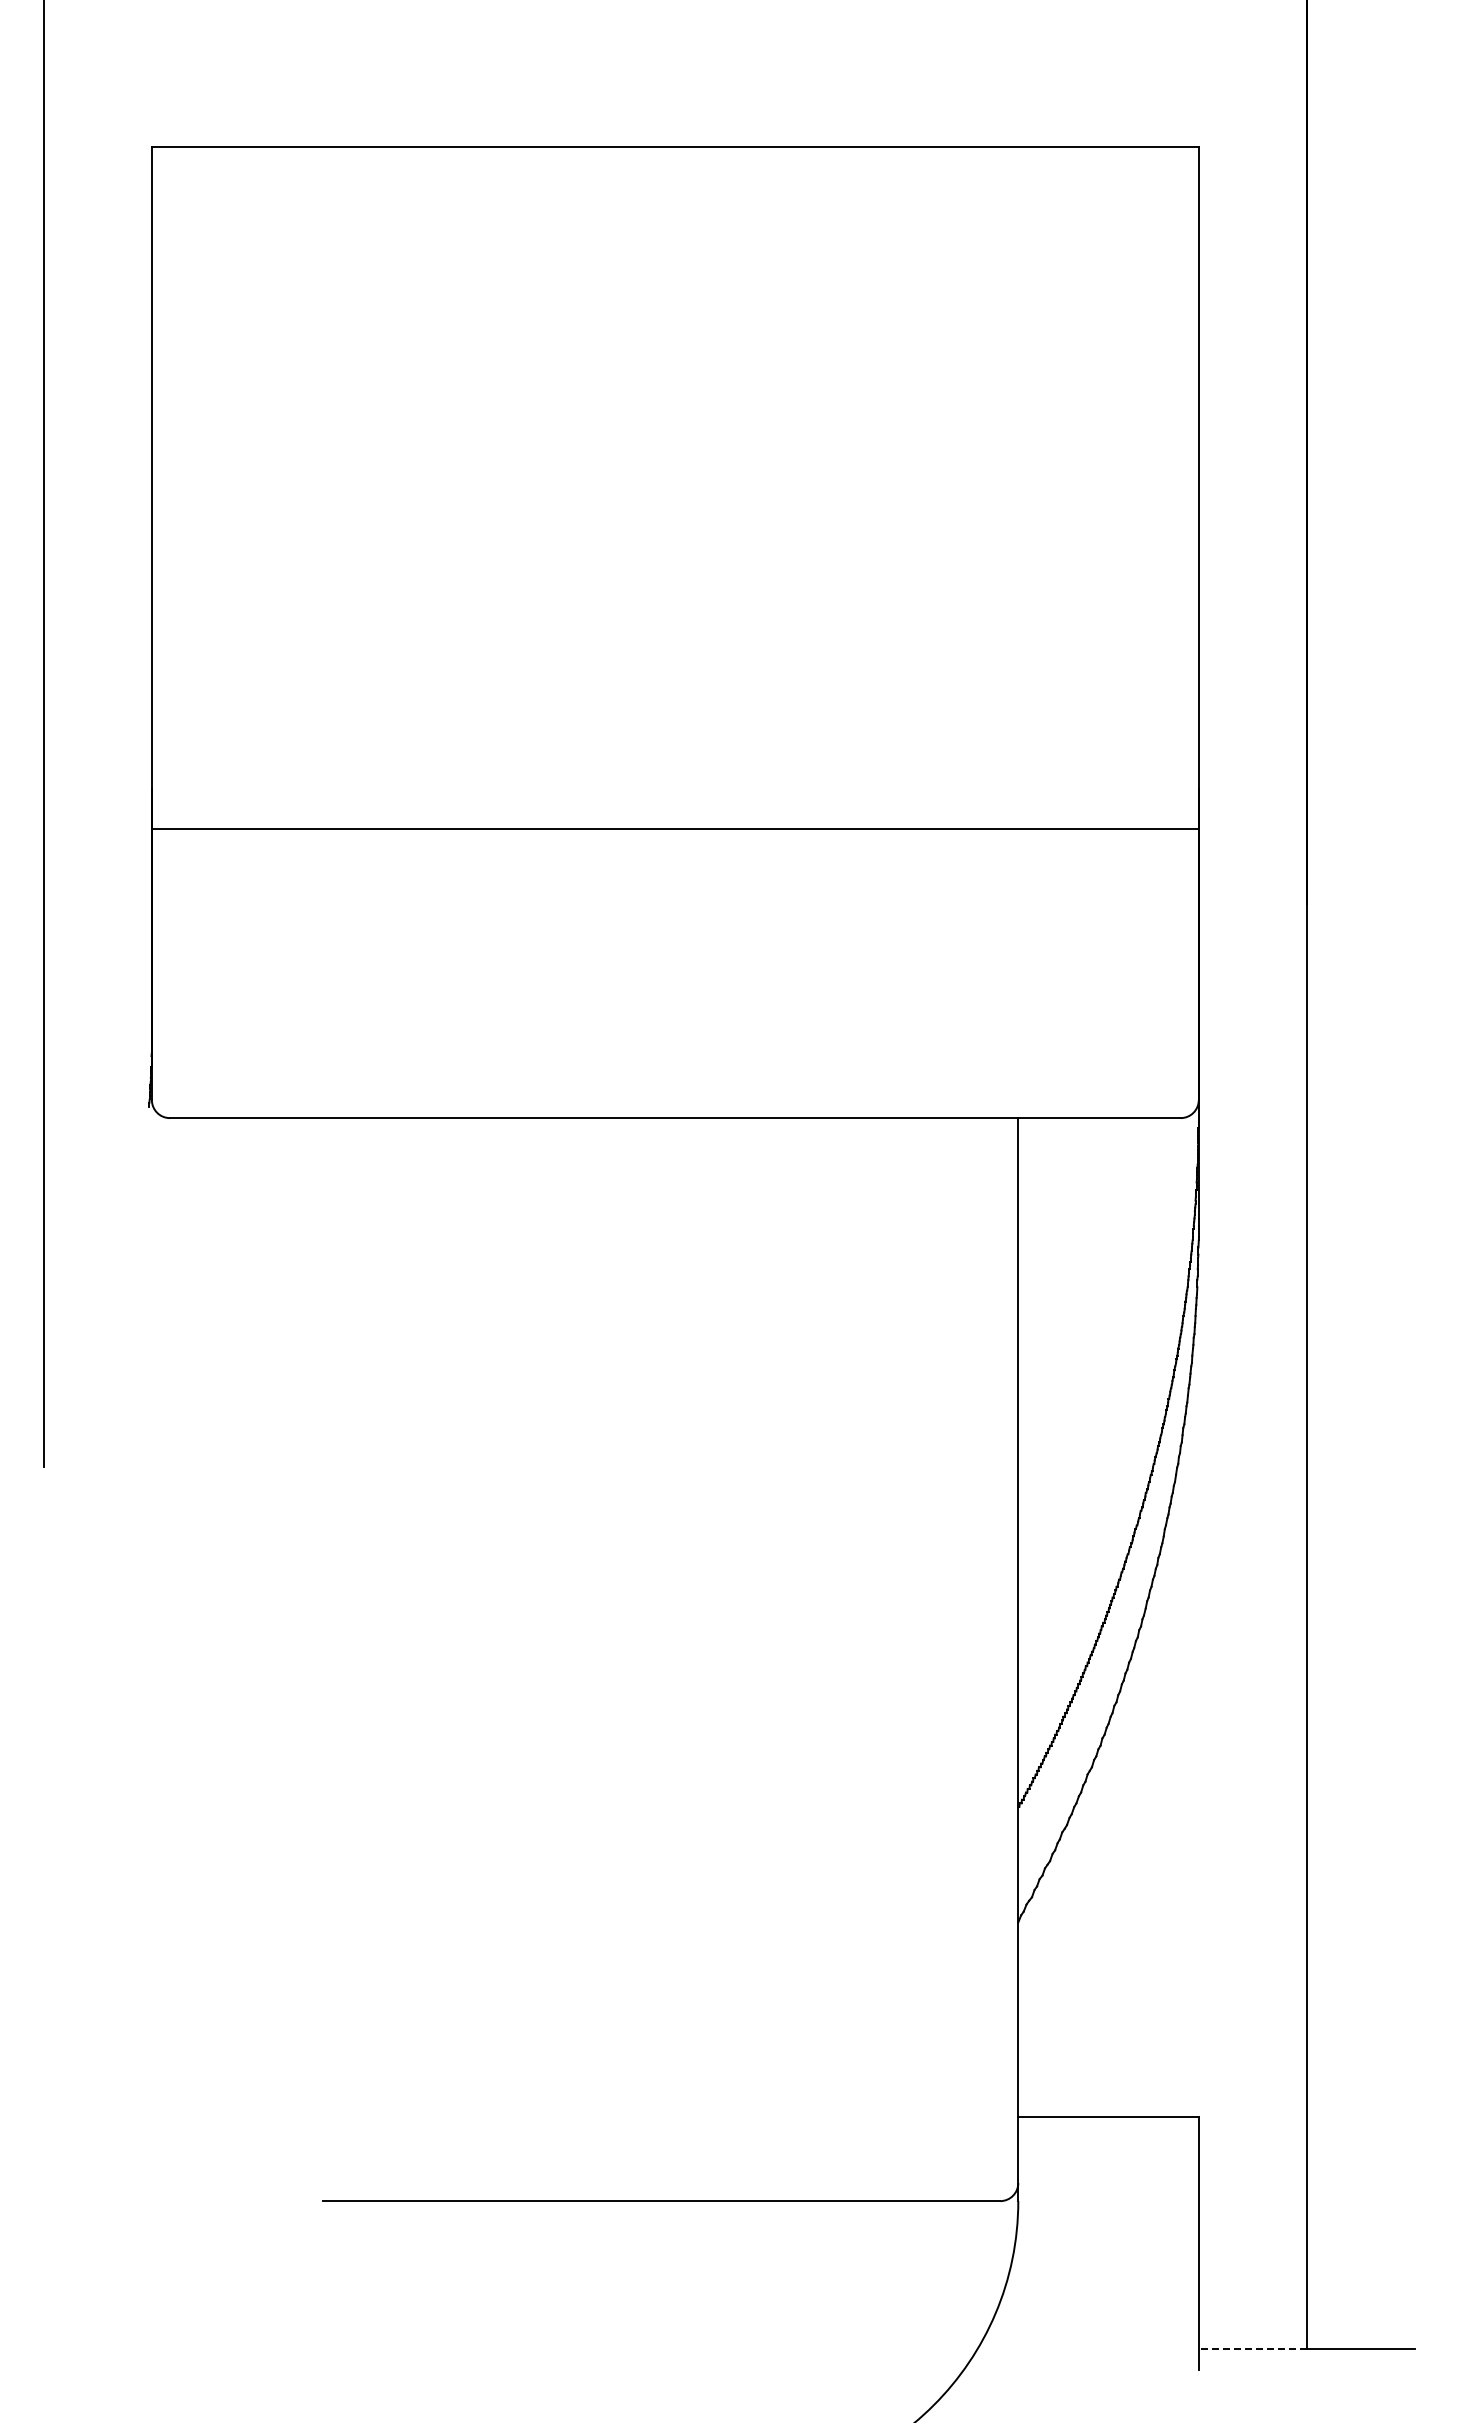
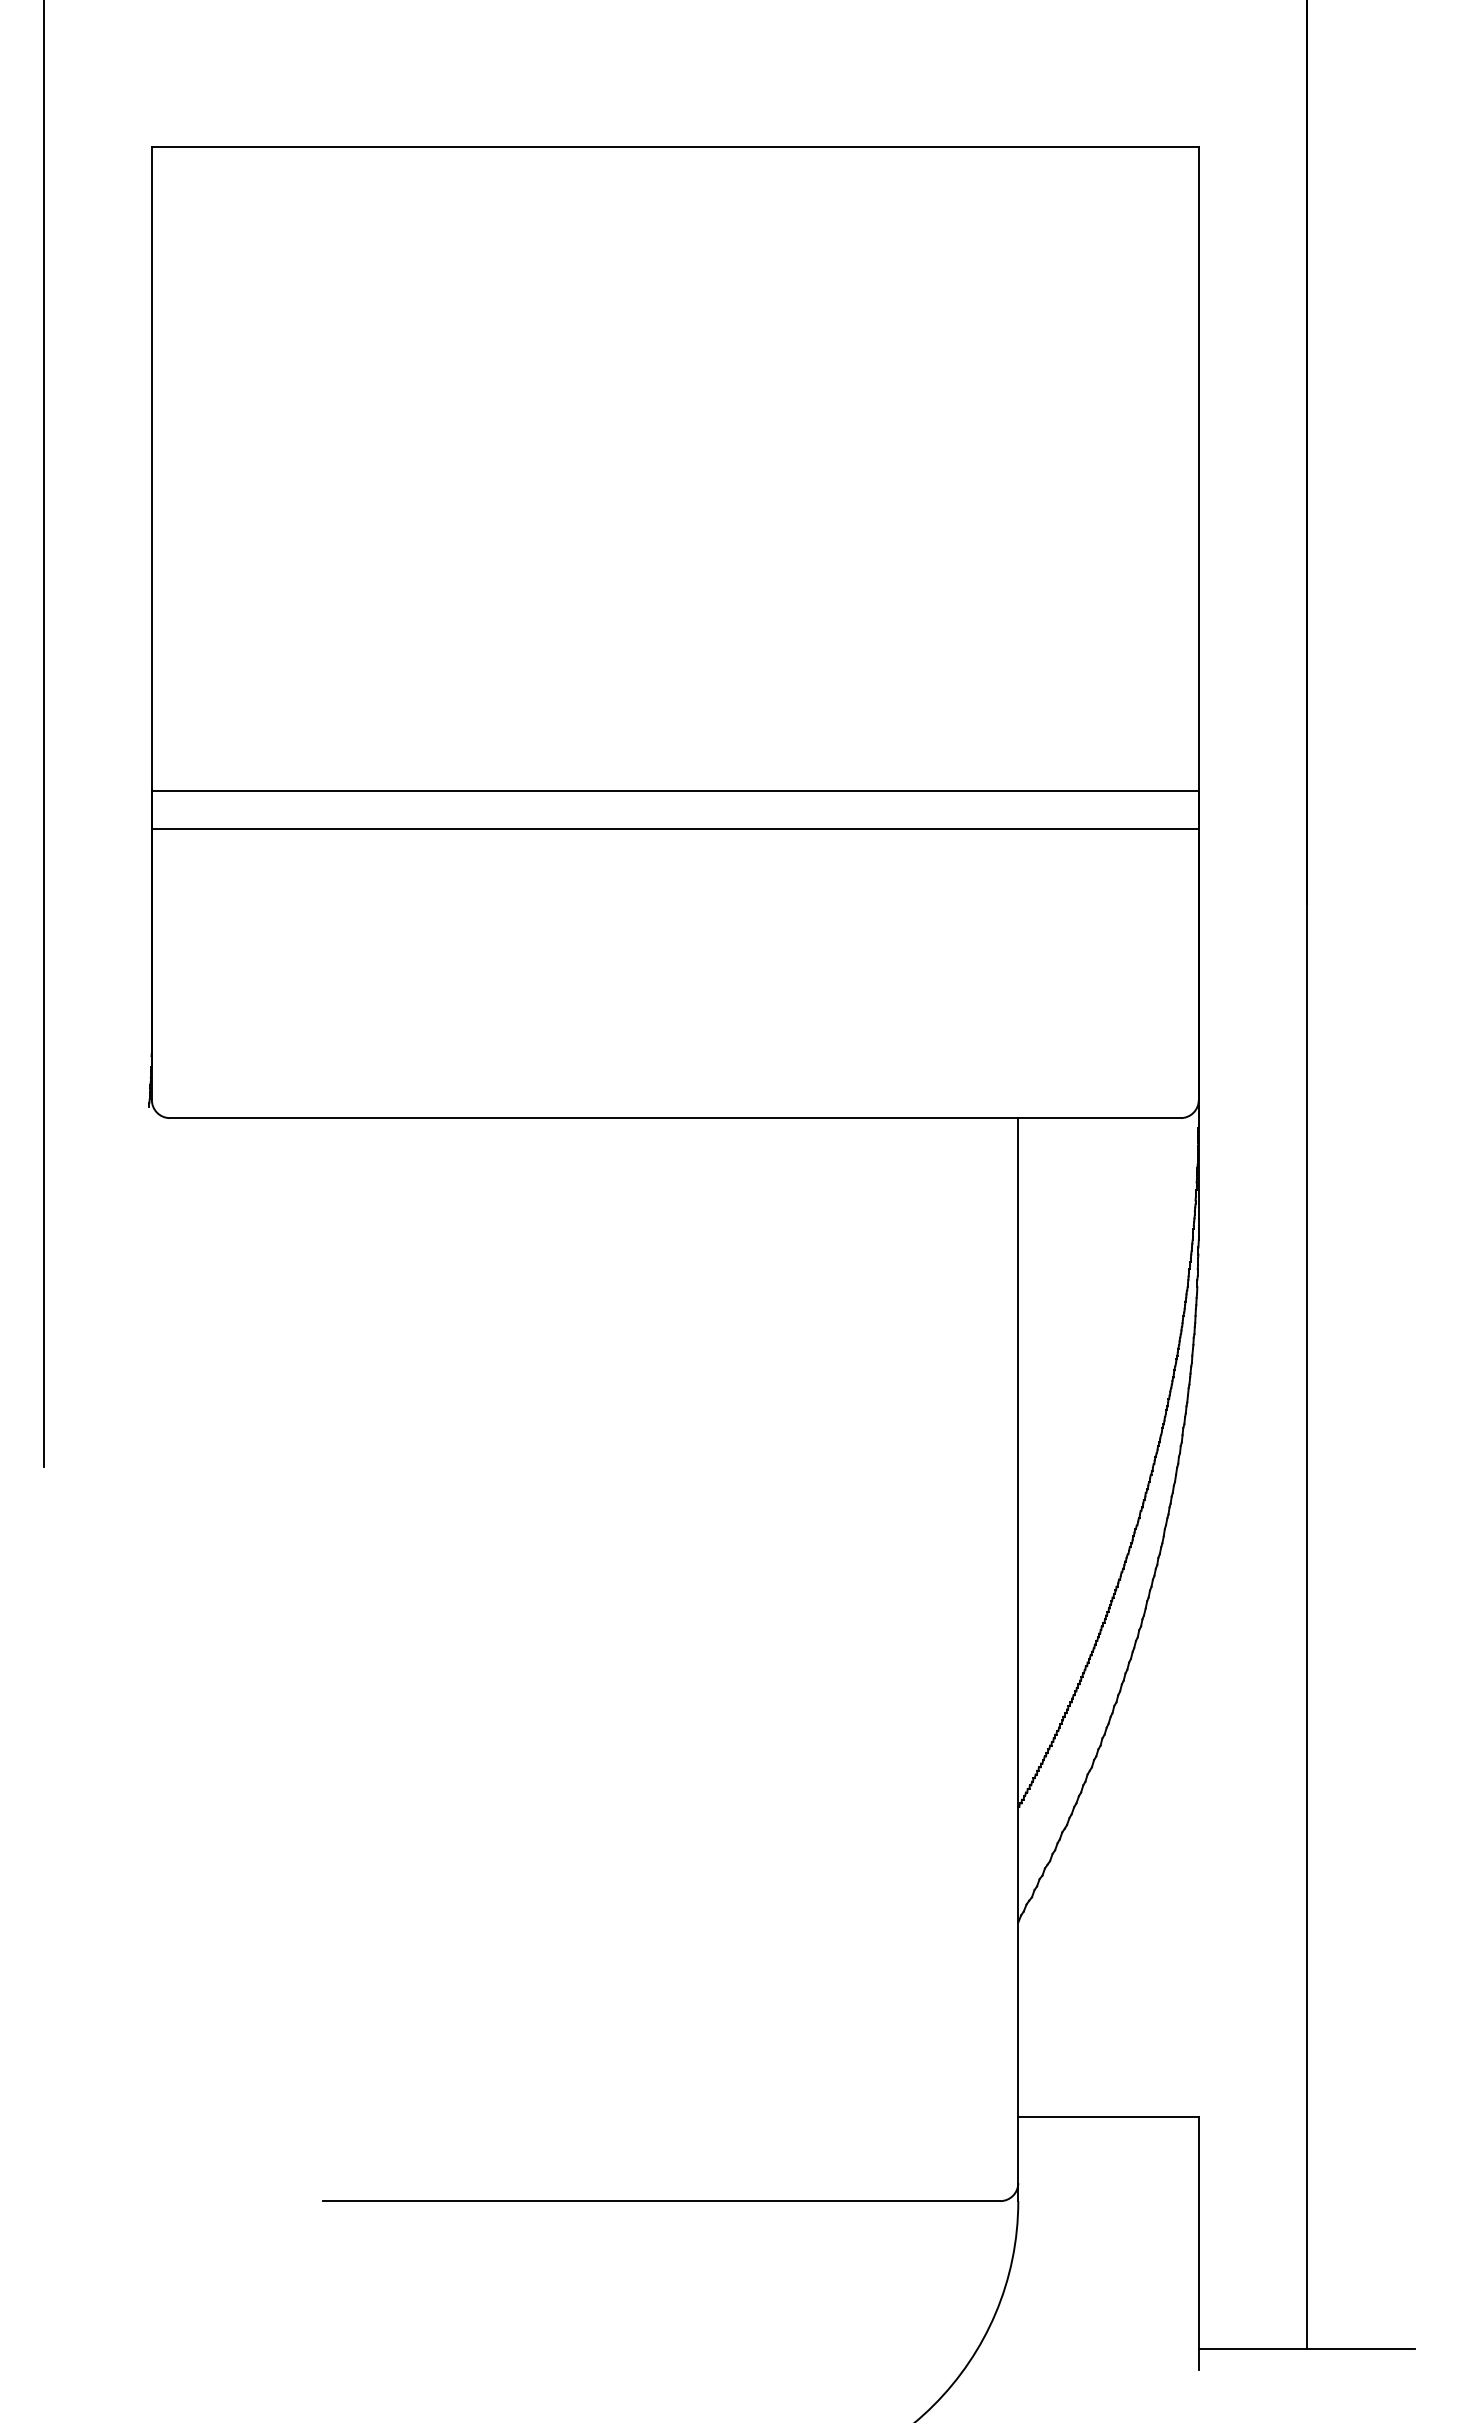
line at (674, 790): none -> present
line at (1252, 2348): dashed -> solid
